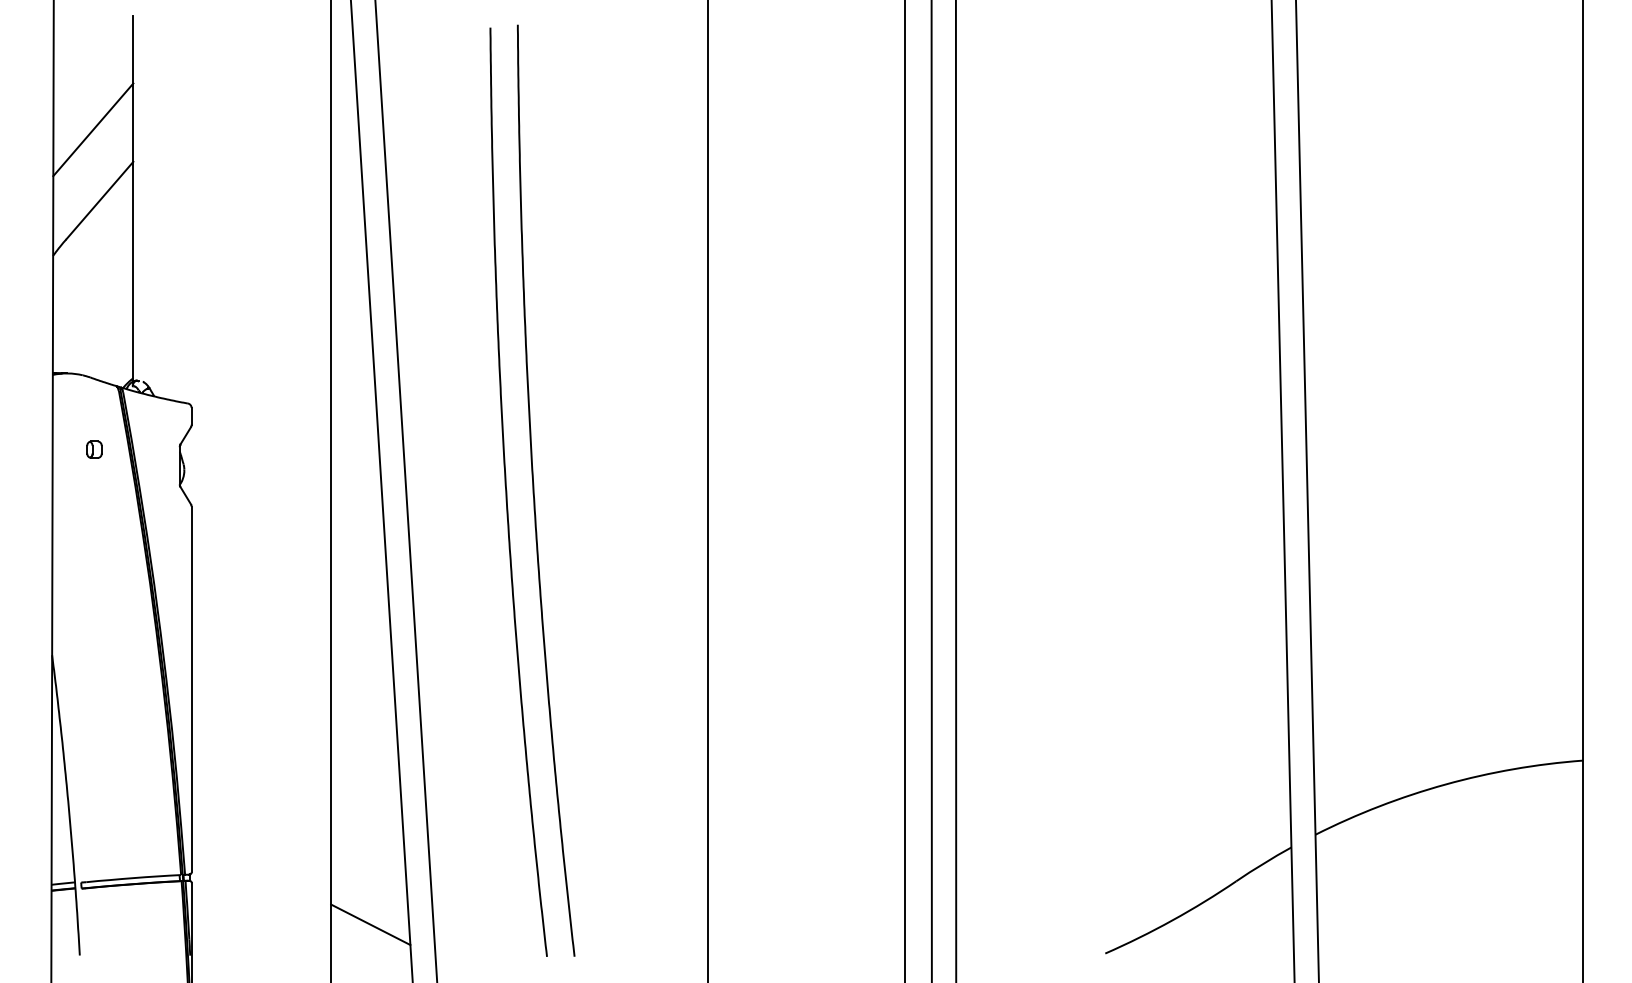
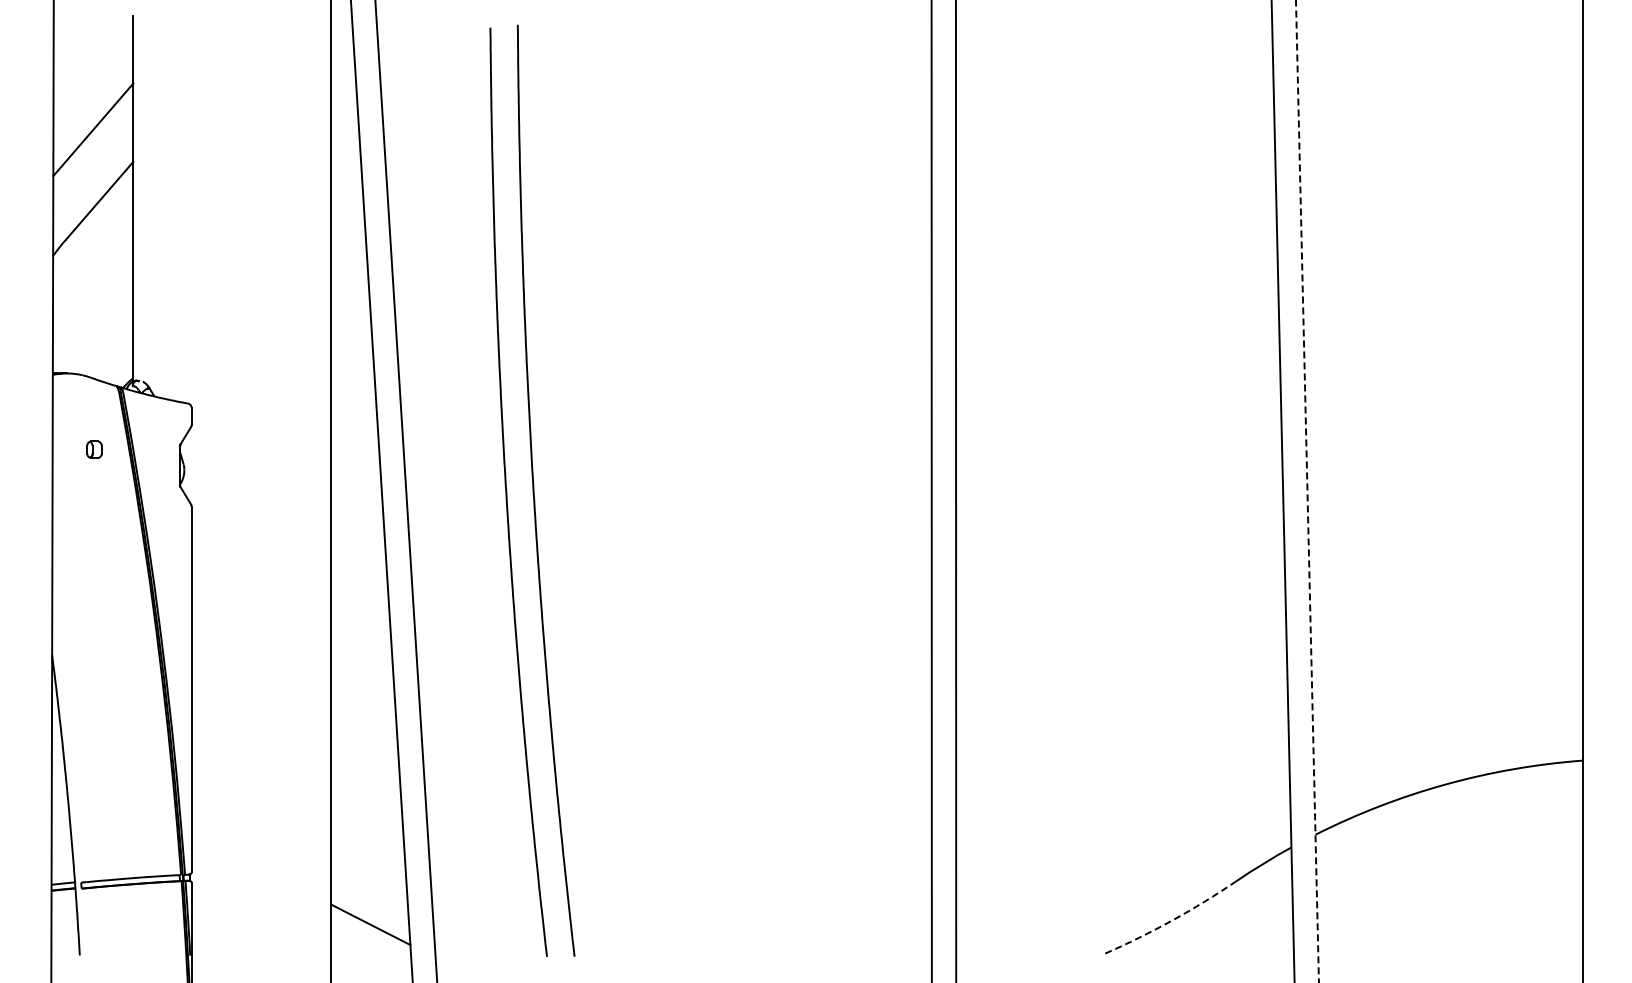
line at (707, 490): present -> none
line at (905, 490): present -> none
line at (1307, 490): solid -> dashed
arc at (1172, 920): solid -> dashed
